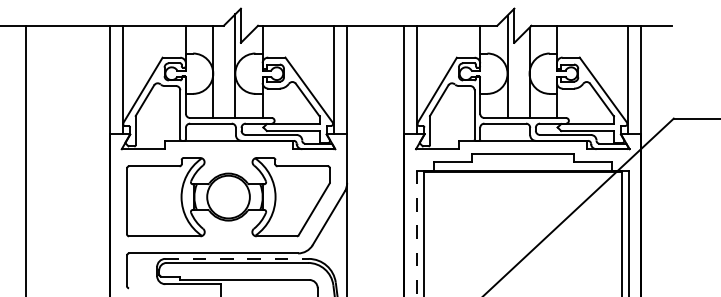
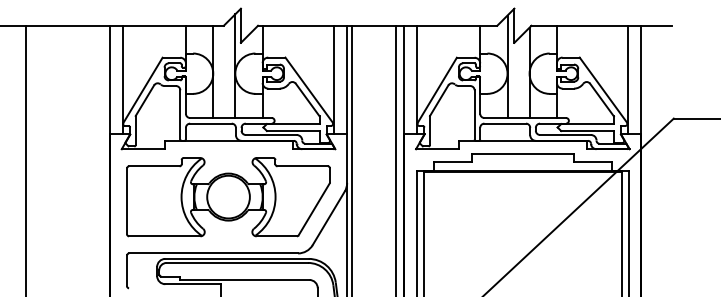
line at (352, 159): none -> present
line at (396, 159): none -> present
line at (416, 233): dashed -> solid
line at (237, 258): dashed -> solid
